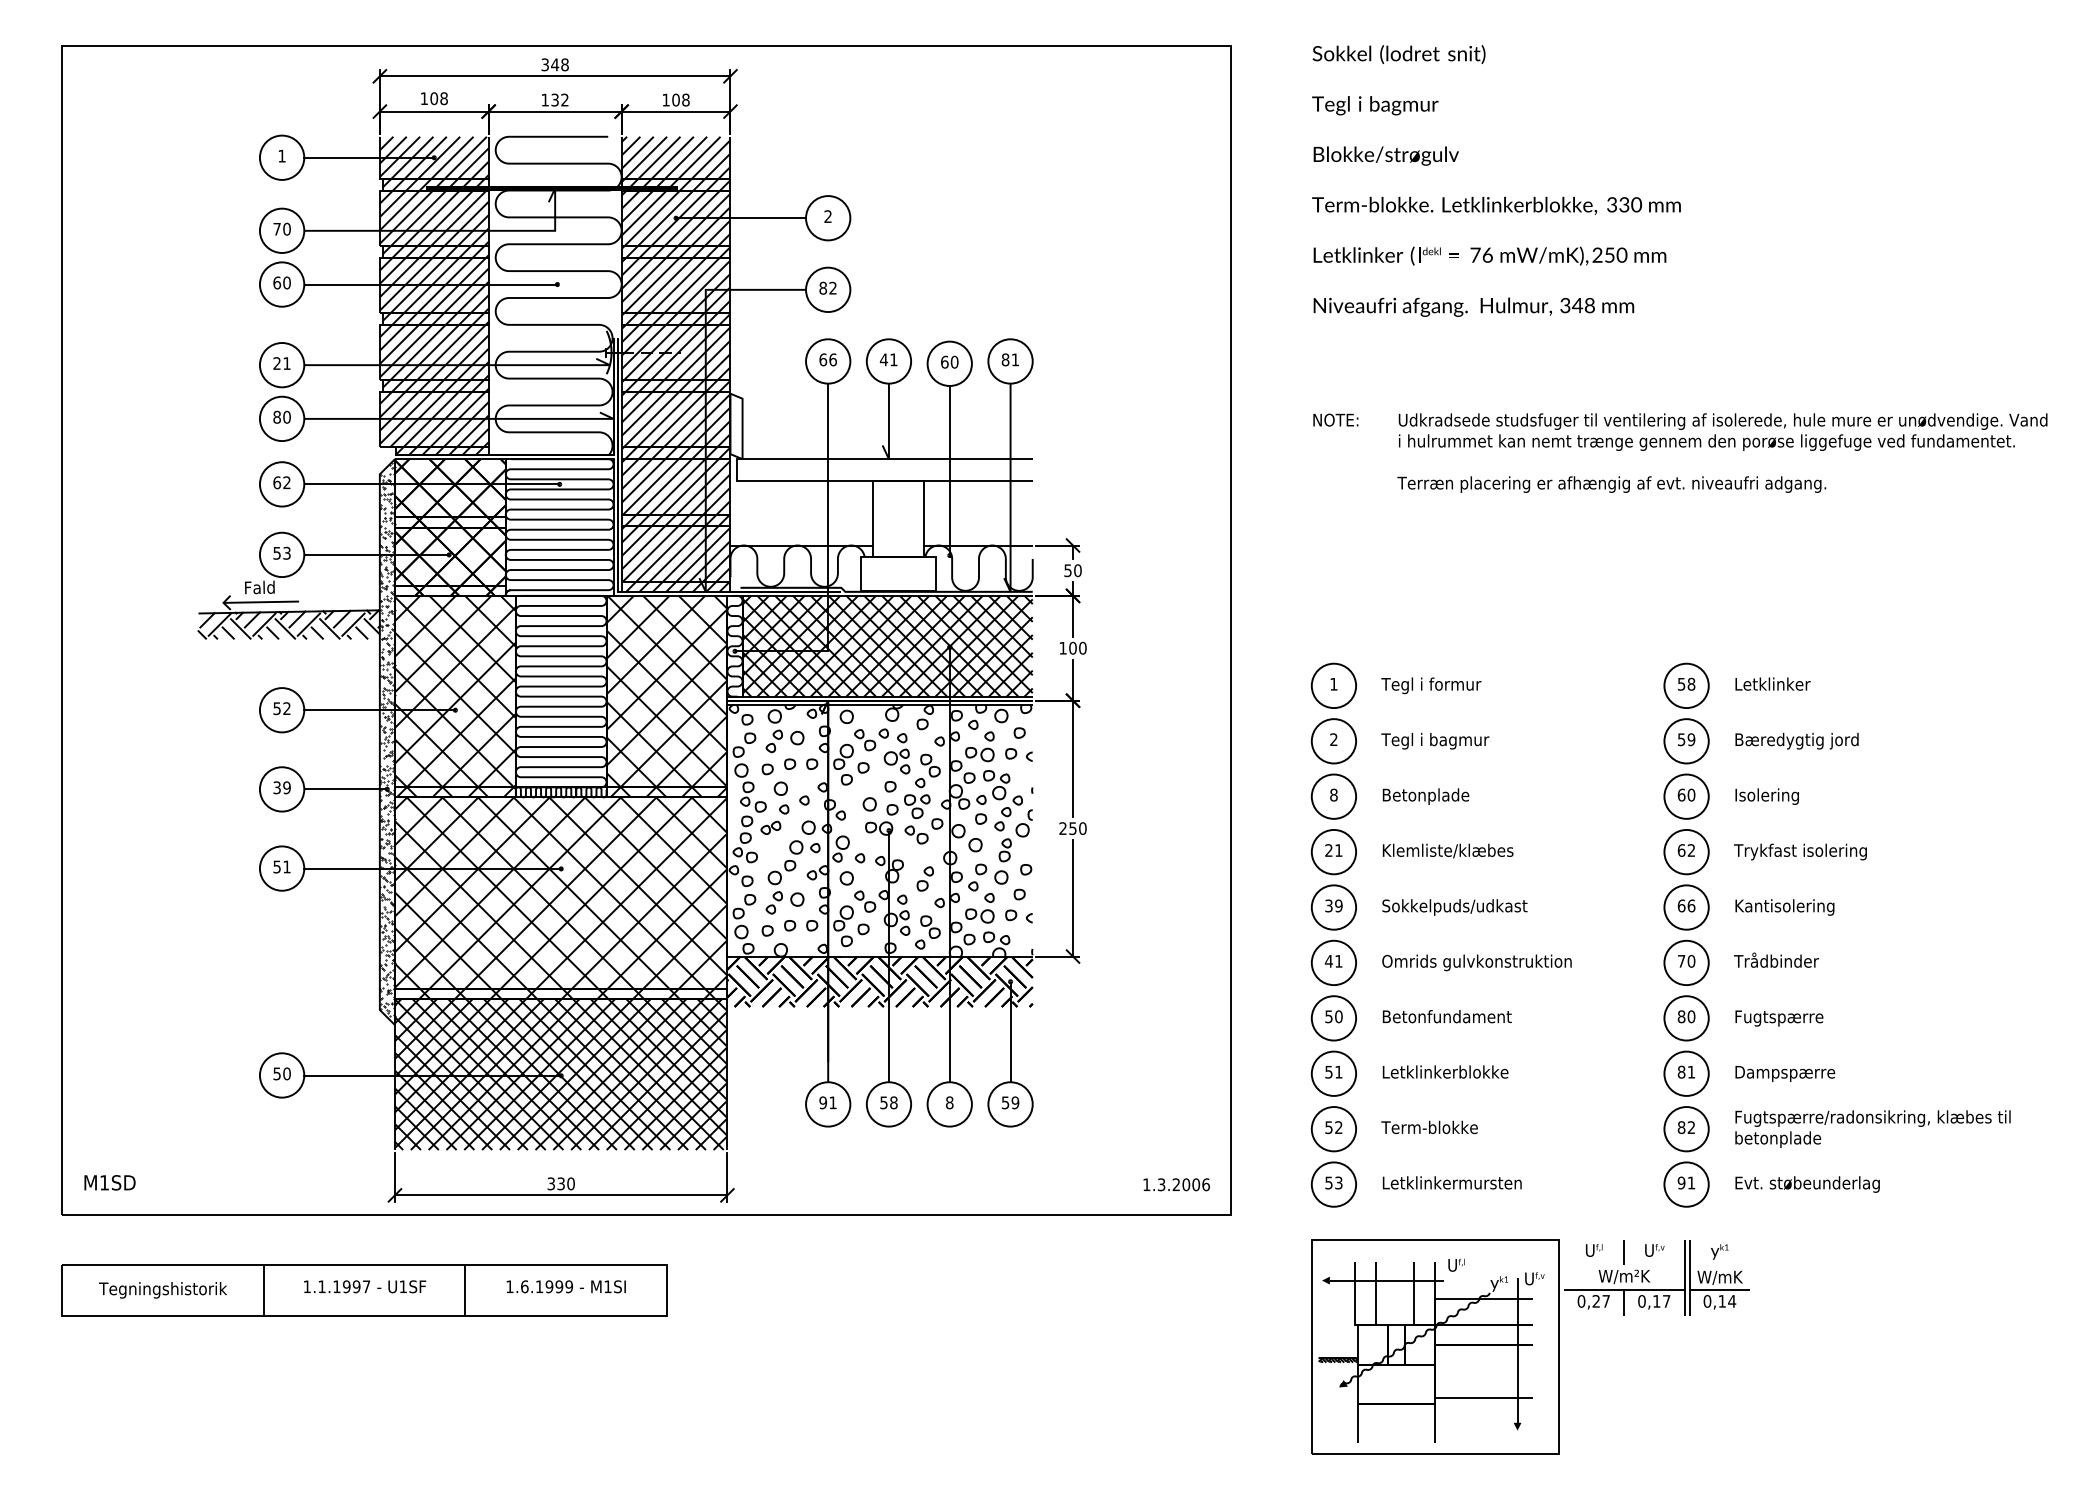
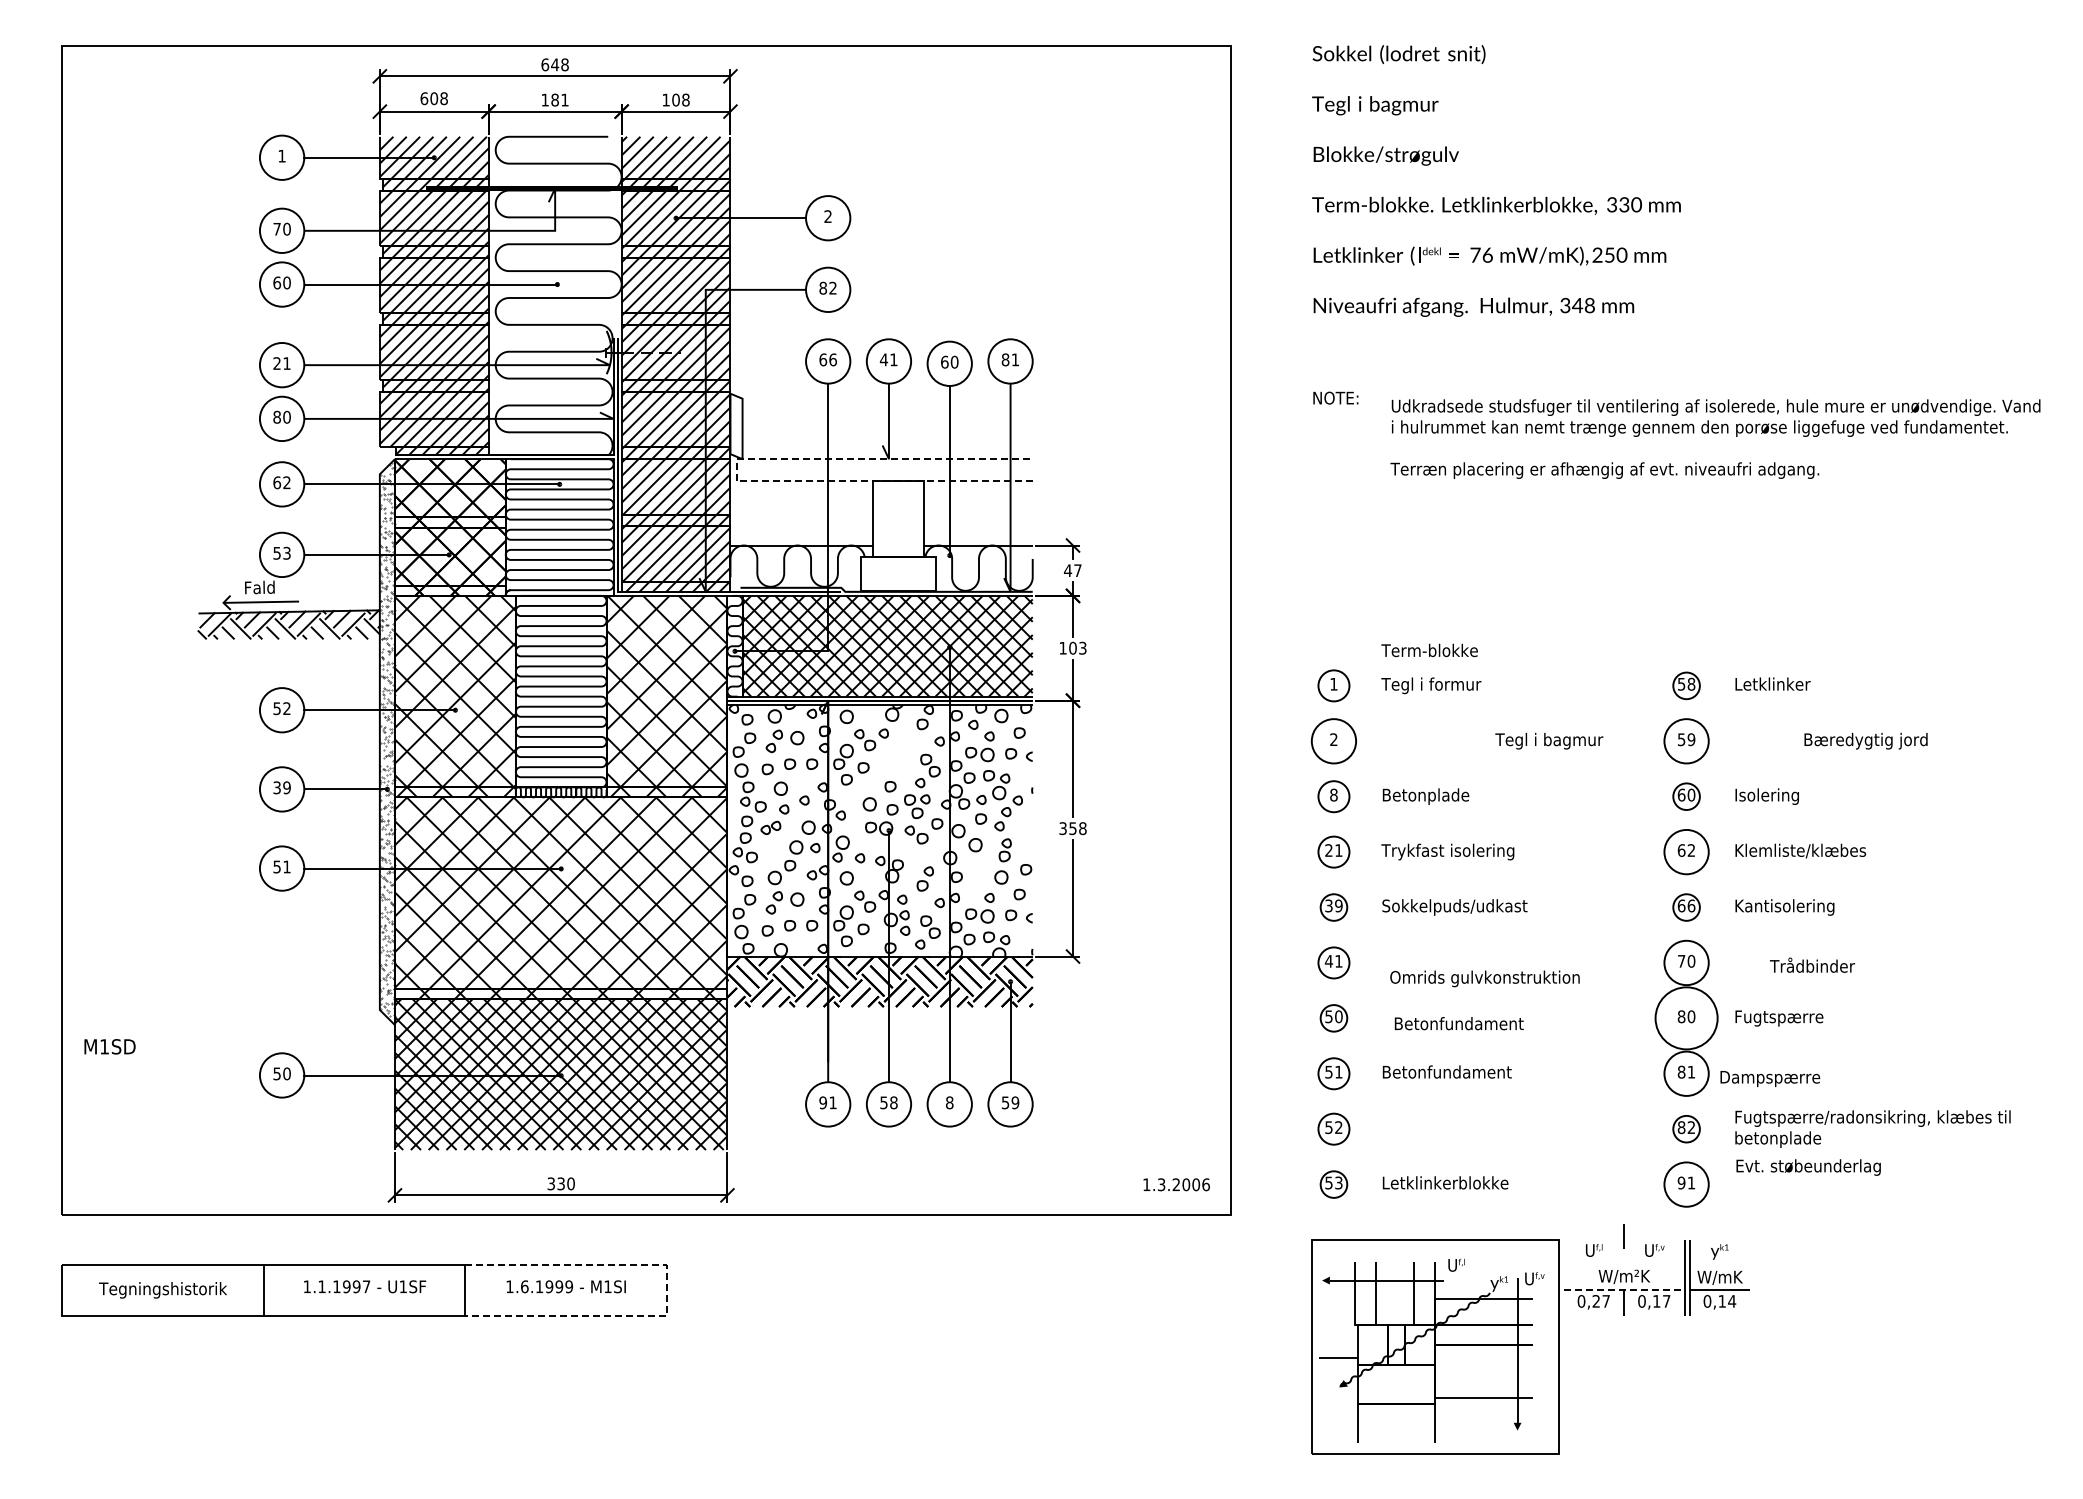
text at (545, 64): 348 -> 648
text at (424, 98): 108 -> 608
text at (559, 99): 132 -> 181
text at (1335, 419) position: (1335, 419) -> (1335, 397)
text at (1722, 452) position: (1722, 452) -> (1715, 438)
line at (736, 469): solid -> dashed
text at (1072, 570): 50 -> 47
text at (1082, 647): 100 -> 103
circle at (1333, 685) diameter: 44 px -> 31 px
circle at (1686, 685) diameter: 44 px -> 27 px
hatch at (386, 740): present -> none
text at (1435, 741) position: (1435, 741) -> (1549, 741)
text at (1796, 741) position: (1796, 741) -> (1865, 741)
part at (896, 753): present -> none
circle at (1333, 796) diameter: 44 px -> 31 px
circle at (1686, 796) diameter: 44 px -> 27 px
part at (1023, 823): present -> none
text at (1072, 828): 250 -> 358
circle at (1333, 851) diameter: 44 px -> 31 px
text at (1447, 851): Klemliste/klæbes -> Trykfast isolering
text at (1800, 851): Trykfast isolering -> Klemliste/klæbes
part at (977, 877): present -> none
circle at (1333, 907) diameter: 44 px -> 27 px
circle at (1686, 907) diameter: 44 px -> 27 px
text at (1776, 959) position: (1776, 959) -> (1812, 964)
circle at (1333, 962) diameter: 44 px -> 31 px
text at (1476, 962) position: (1476, 962) -> (1484, 978)
text at (1446, 1016) position: (1446, 1016) -> (1458, 1023)
circle at (1333, 1018) diameter: 44 px -> 27 px
circle at (1686, 1018) diameter: 44 px -> 62 px
text at (1447, 1071): Letklinkerblokke -> Betonfundament
circle at (1333, 1073) diameter: 44 px -> 31 px
text at (1785, 1073) position: (1785, 1073) -> (1770, 1078)
text at (1429, 1127) position: (1429, 1127) -> (1429, 650)
circle at (1333, 1129) diameter: 44 px -> 31 px
circle at (1686, 1129) diameter: 44 px -> 27 px
text at (109, 1182) position: (109, 1182) -> (109, 1046)
text at (1490, 1182): Letklinkermursten -> Letklinkerblokke
circle at (1333, 1184) diameter: 44 px -> 27 px
text at (1807, 1184) position: (1807, 1184) -> (1808, 1167)
line at (1623, 1252) position: (1623, 1252) -> (1623, 1236)
line at (666, 1290): solid -> dashed
line at (1624, 1290): solid -> dashed
hatch at (1338, 1359): present -> none
